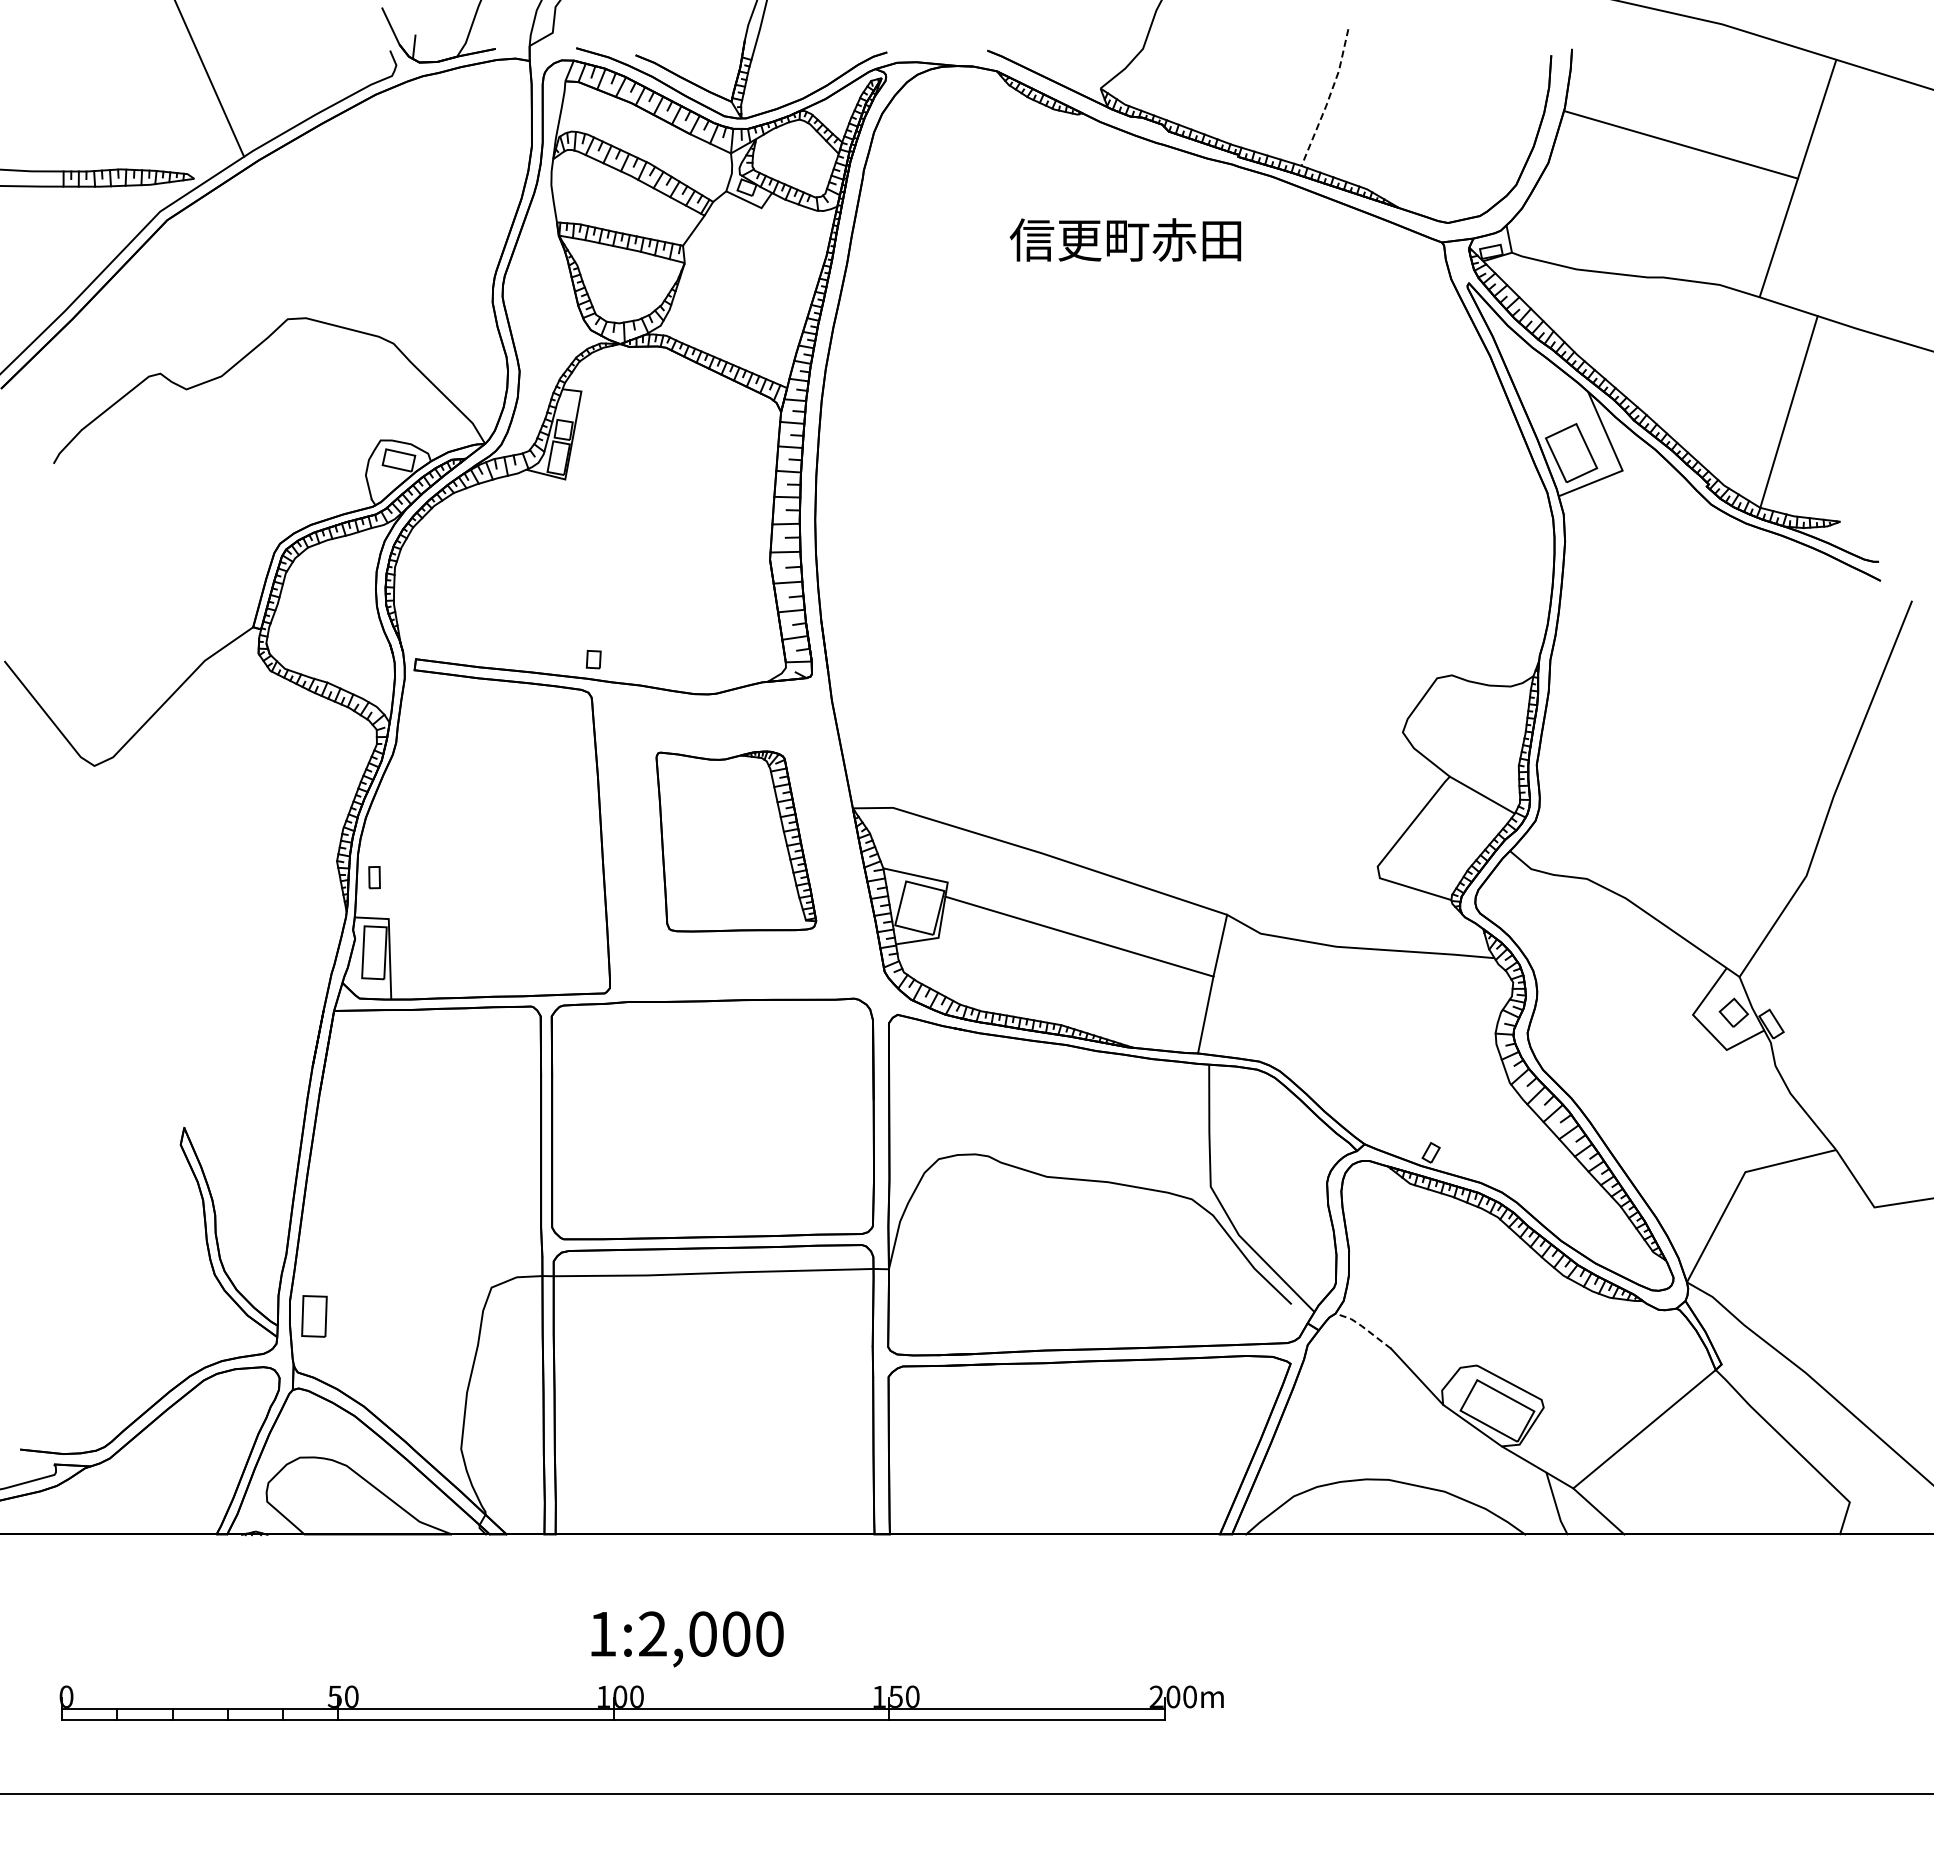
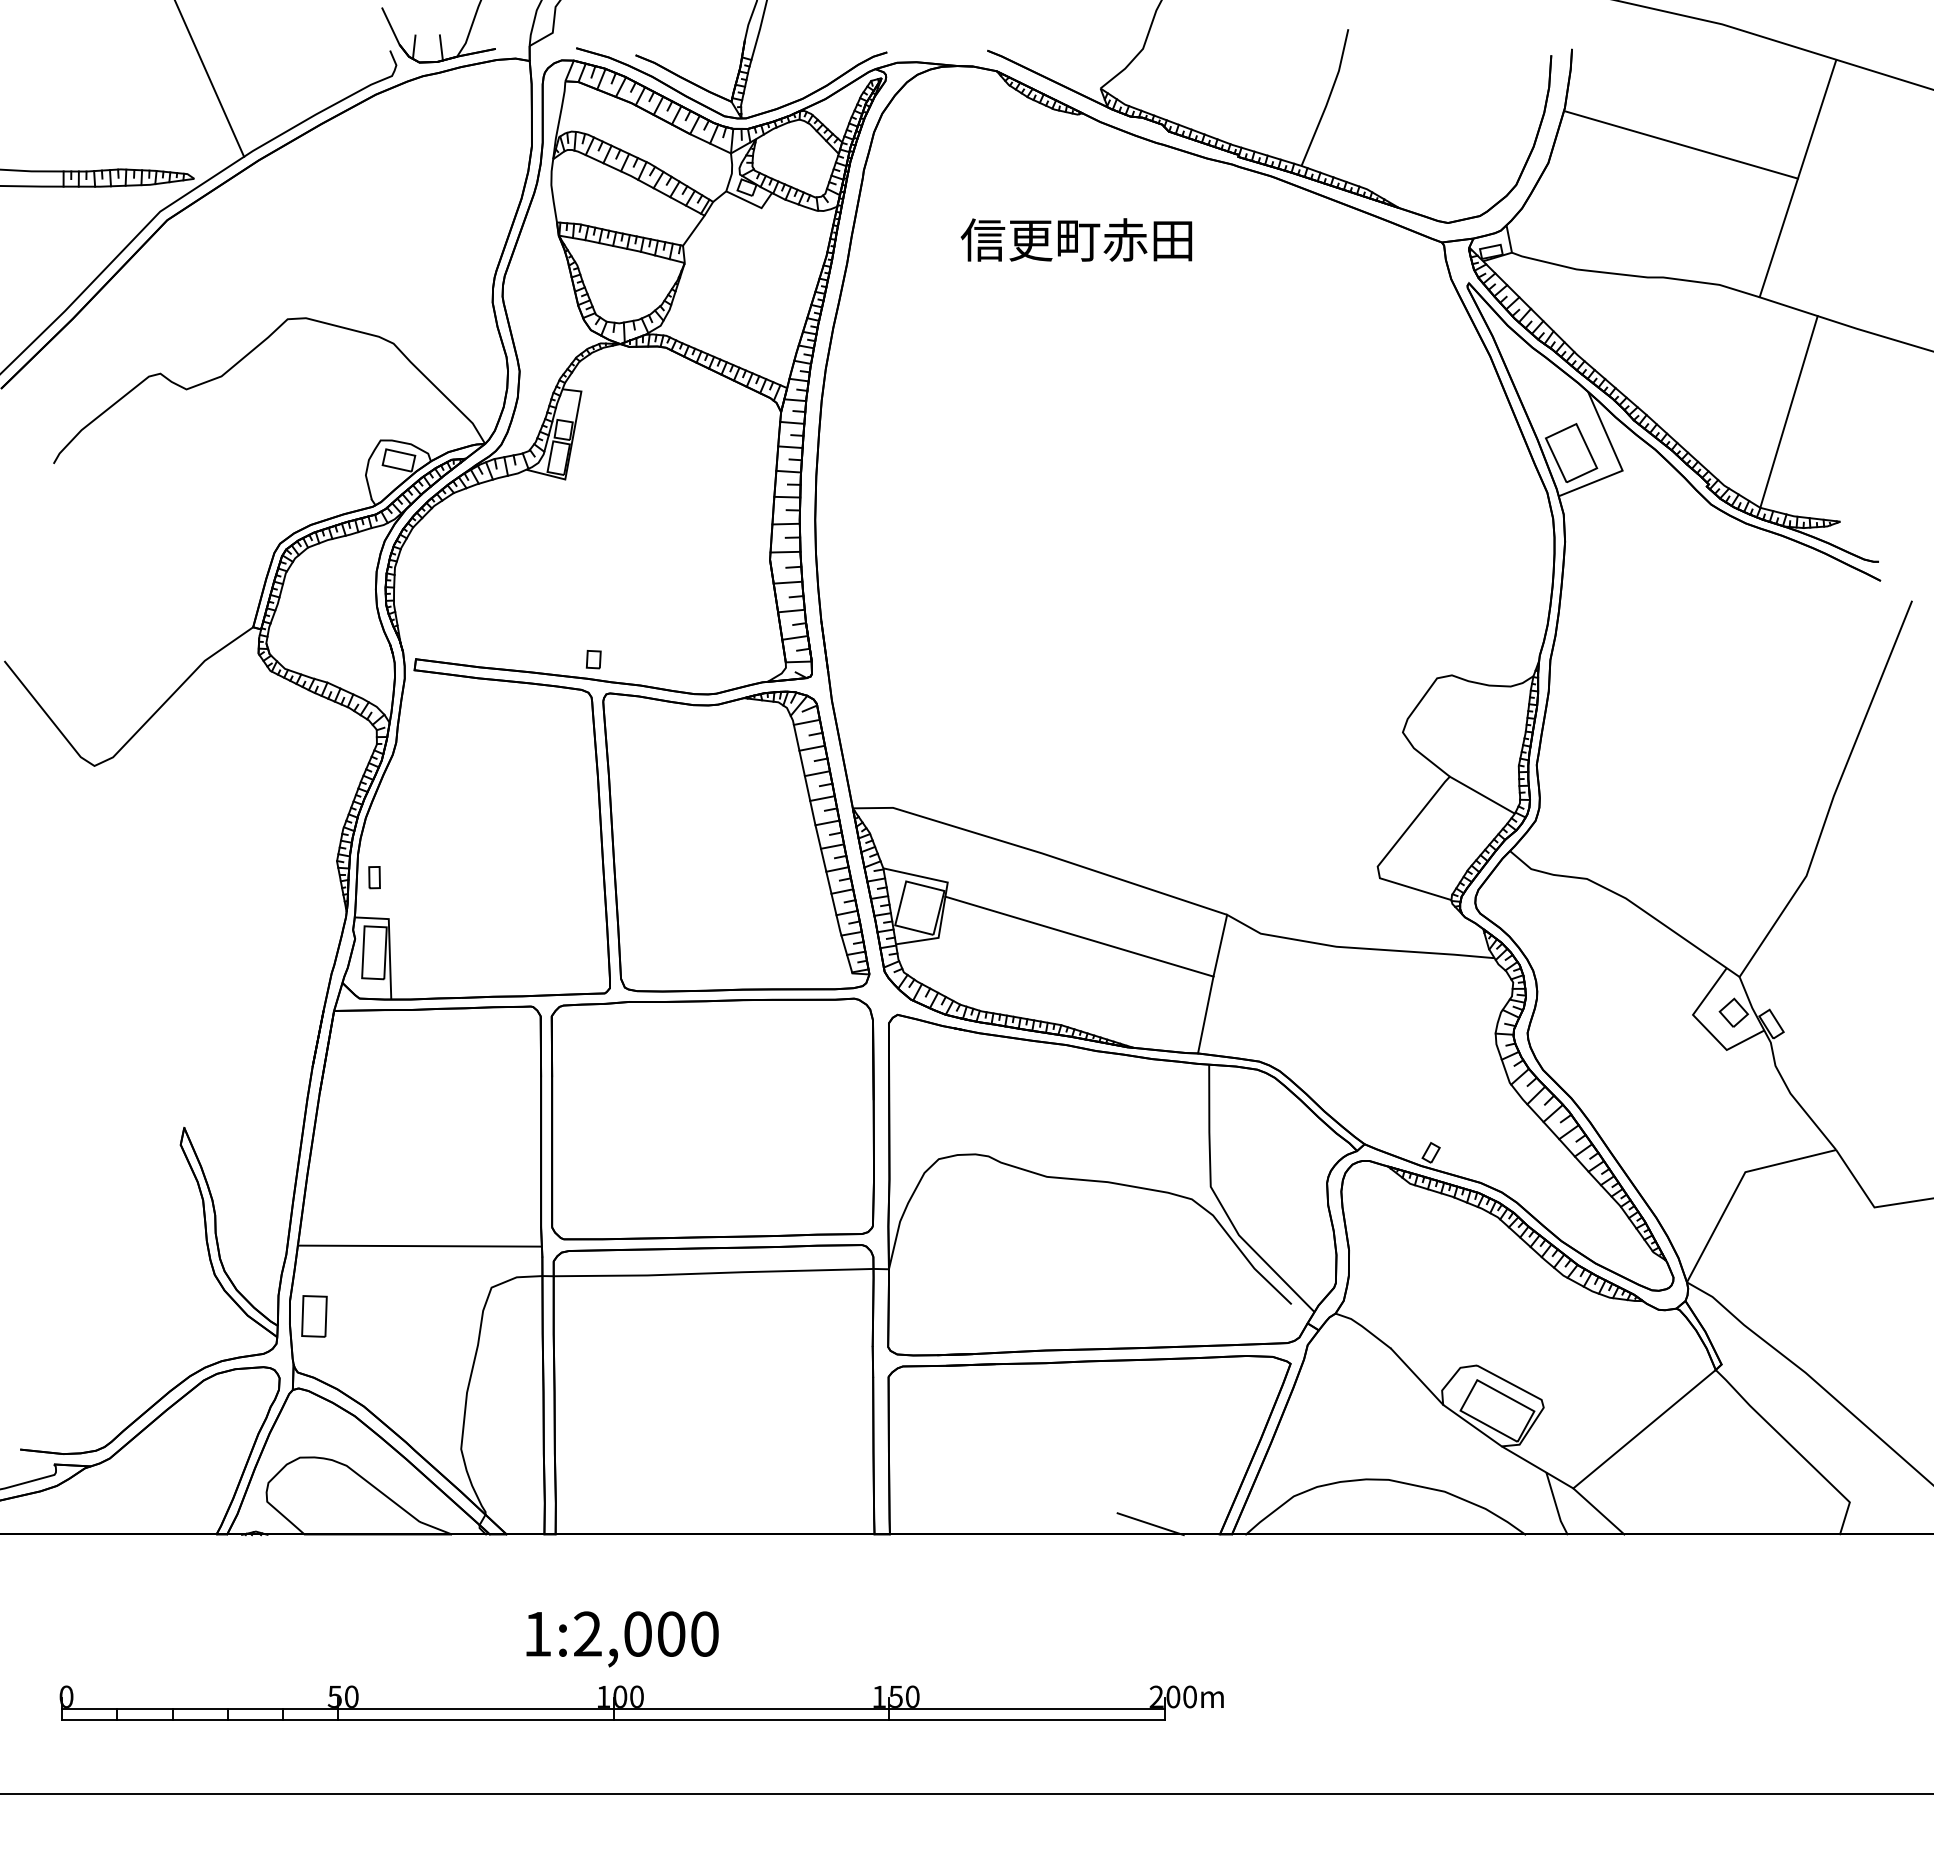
line at (440, 47): none -> present
line at (1328, 98): dashed -> solid
text at (1125, 239) position: (1125, 239) -> (1076, 239)
part at (736, 841) size: 163x183 px -> 269x303 px
line at (419, 1245): none -> present
line at (1363, 1327): dashed -> solid
line at (1150, 1524): none -> present
text at (687, 1639) position: (687, 1639) -> (622, 1639)
